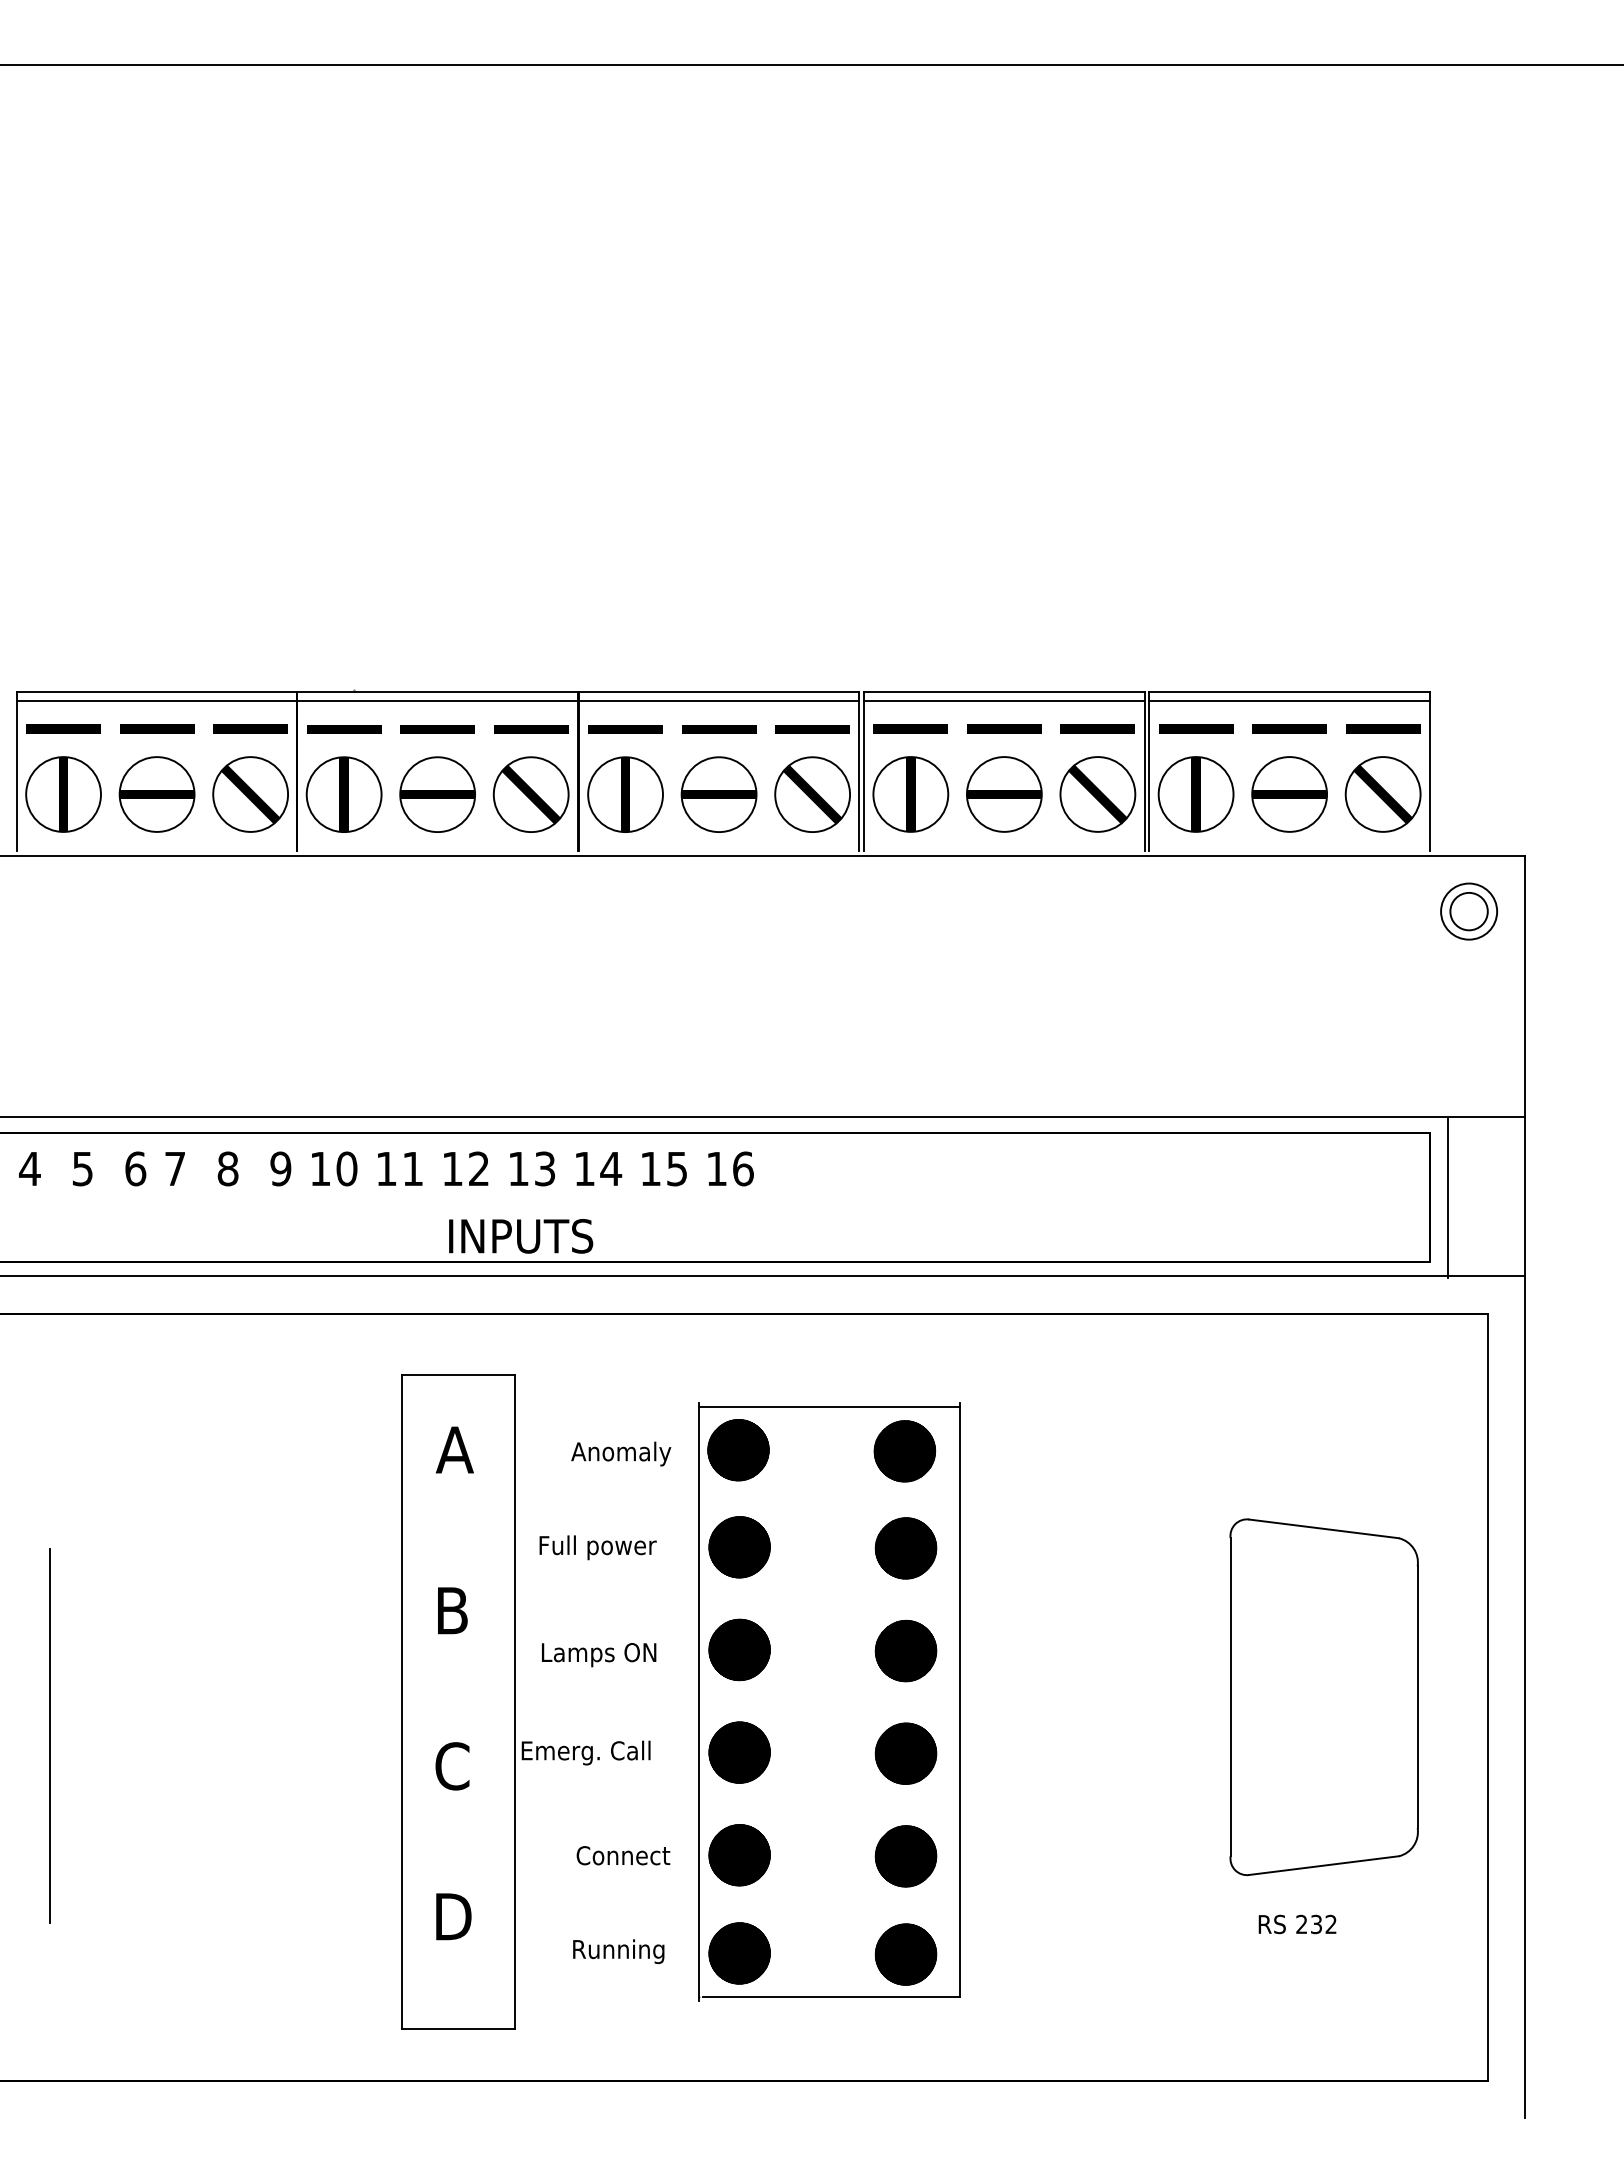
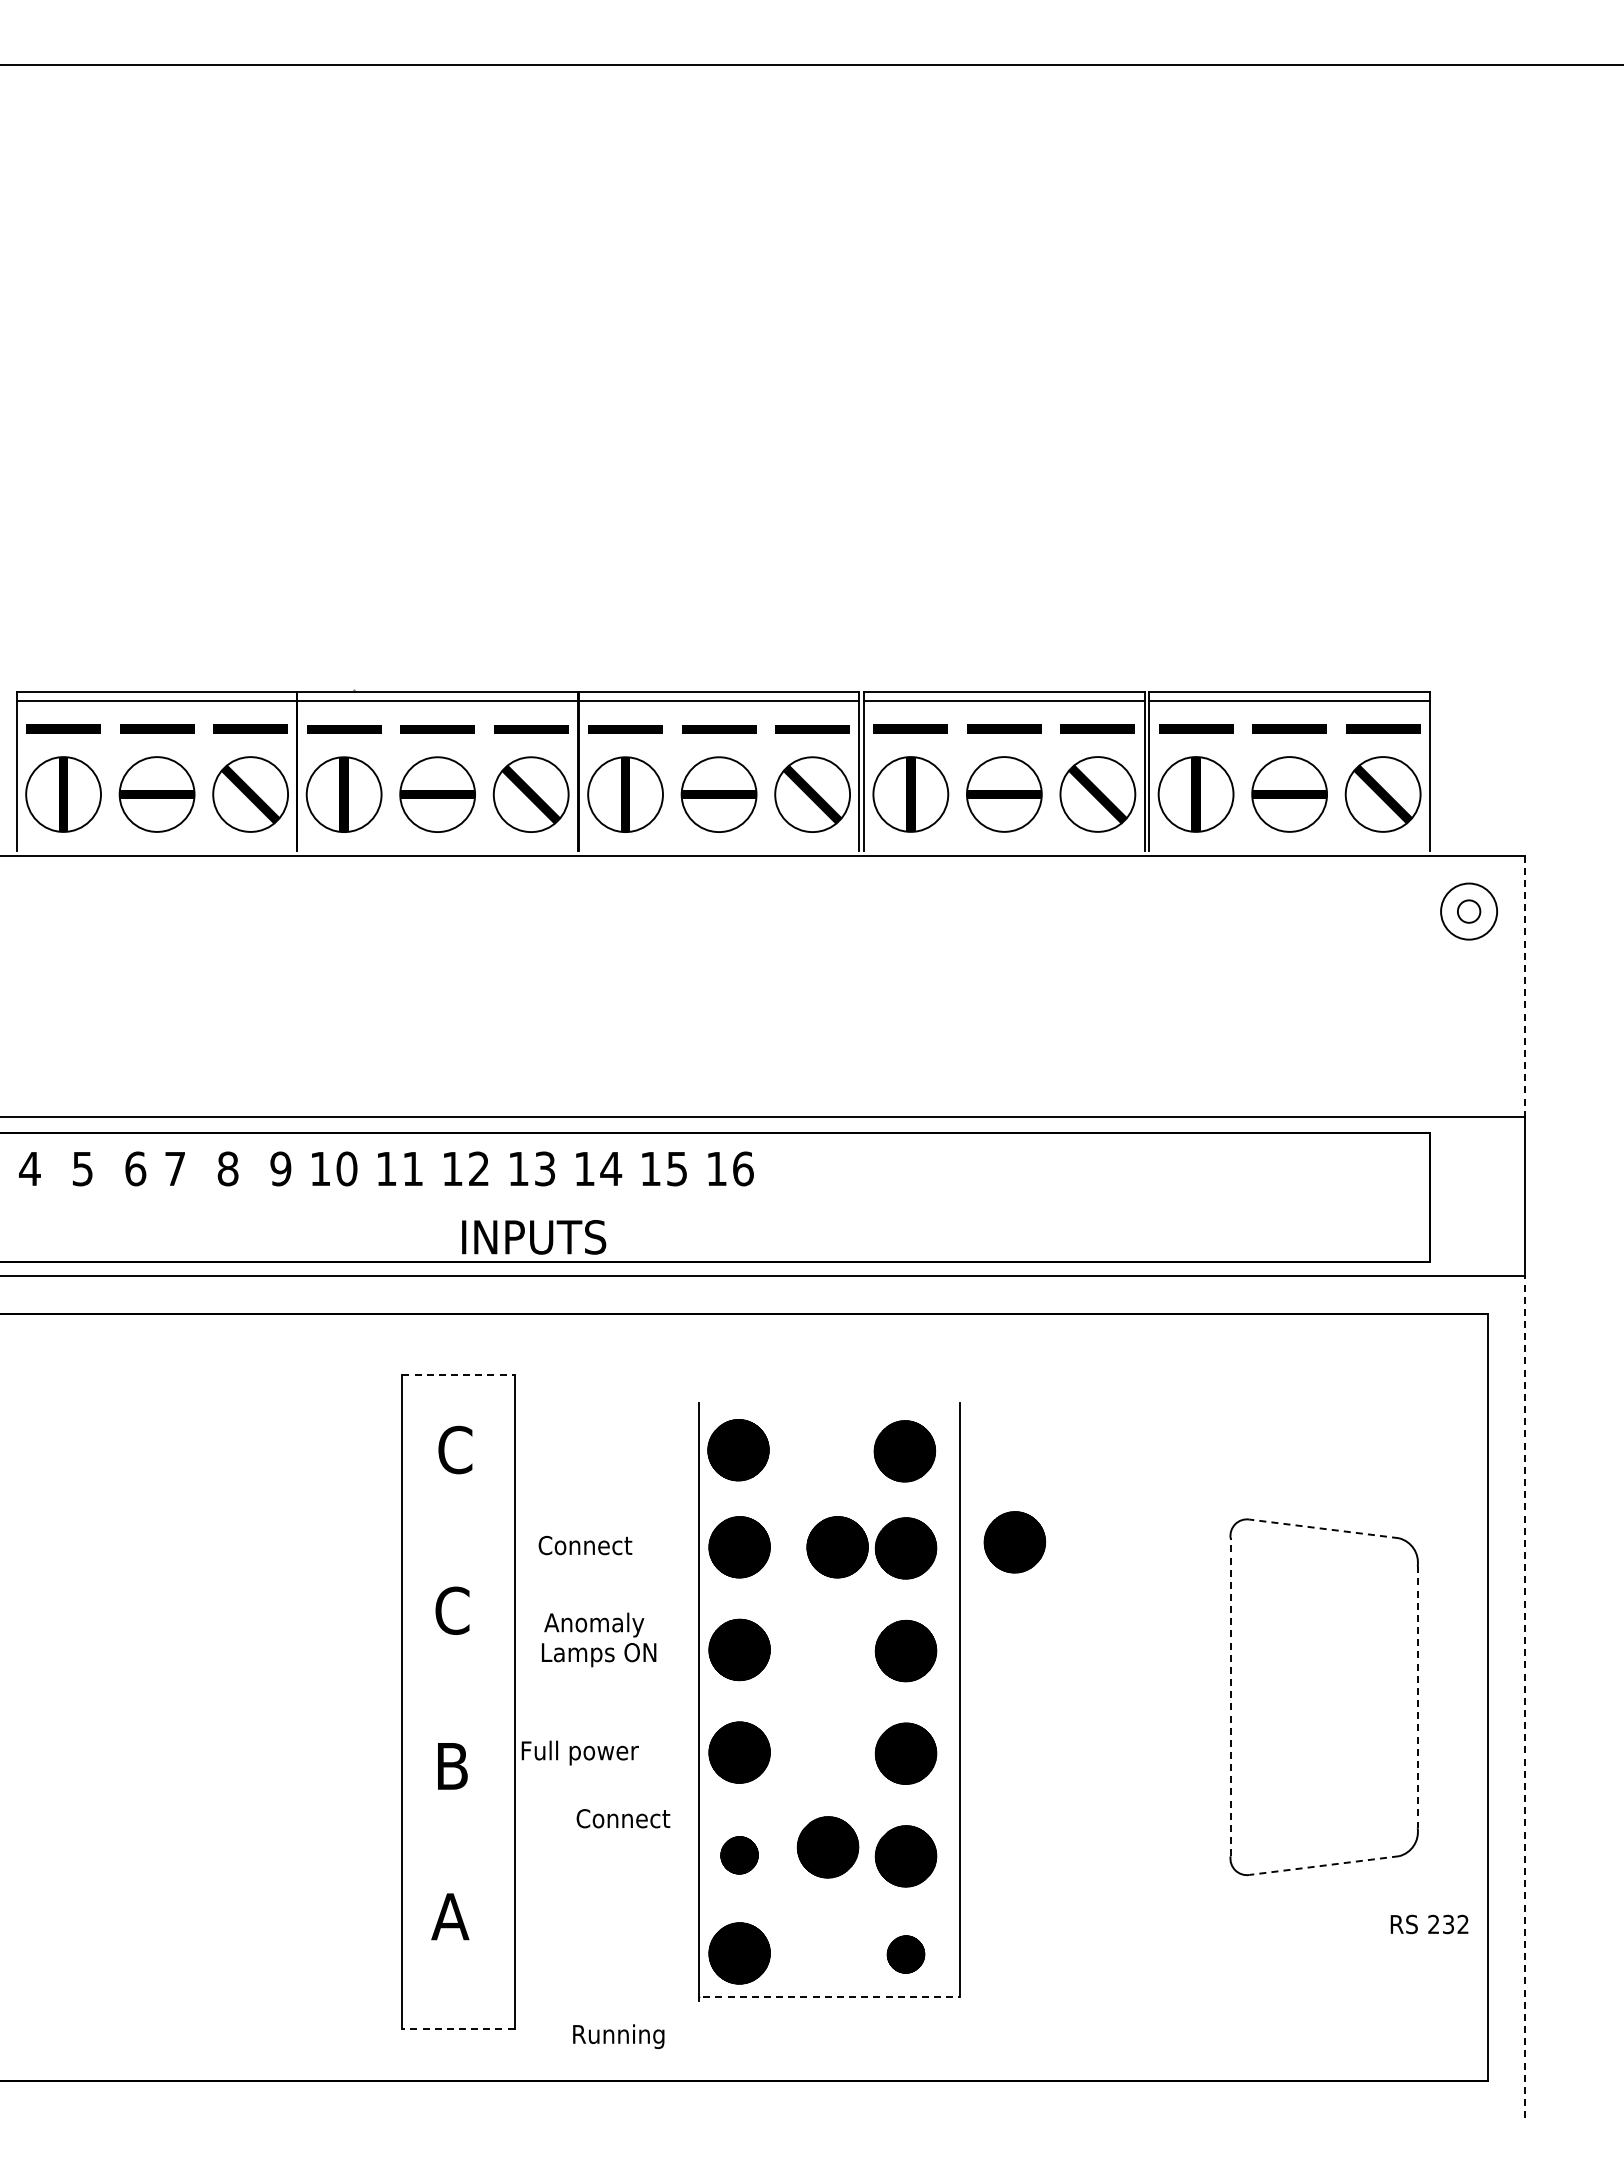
circle at (1468, 911) diameter: 37 px -> 22 px
line at (1525, 986): solid -> dashed
line at (1447, 1197): present -> none
text at (521, 1236) position: (521, 1236) -> (534, 1237)
line at (459, 1374): solid -> dashed
line at (829, 1407): present -> none
text at (454, 1449): A -> C
text at (621, 1453) position: (621, 1453) -> (594, 1624)
line at (1323, 1528): solid -> dashed
part at (1014, 1542): none -> present
text at (597, 1547): Full power -> Connect
part at (837, 1547): none -> present
text at (452, 1610): B -> C
line at (1230, 1696): solid -> dashed
line at (1417, 1697): solid -> dashed
line at (1525, 1697): solid -> dashed
line at (49, 1735): present -> none
text at (587, 1752): Emerg. Call -> Full power
text at (452, 1766): C -> B
part at (827, 1847): none -> present
text at (623, 1855) position: (623, 1855) -> (623, 1818)
part at (739, 1855) size: 63x63 px -> 39x39 px
line at (1323, 1865): solid -> dashed
text at (451, 1916): D -> A
text at (1297, 1924) position: (1297, 1924) -> (1429, 1924)
text at (618, 1951) position: (618, 1951) -> (618, 2036)
part at (905, 1954) size: 64x63 px -> 40x39 px
line at (831, 1996): solid -> dashed
line at (458, 2029): solid -> dashed
